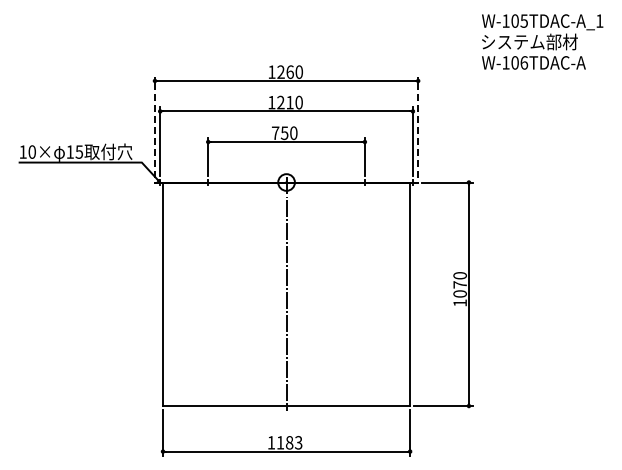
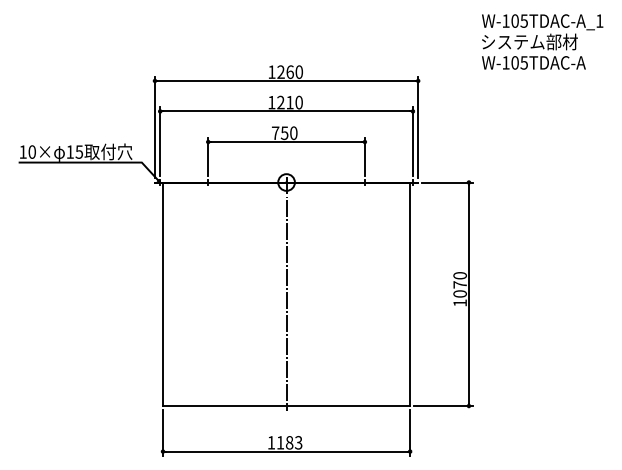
text at (524, 62): W-106TDAC-A -> W-105TDAC-A
line at (154, 127): dashed -> solid
line at (418, 127): dashed -> solid
